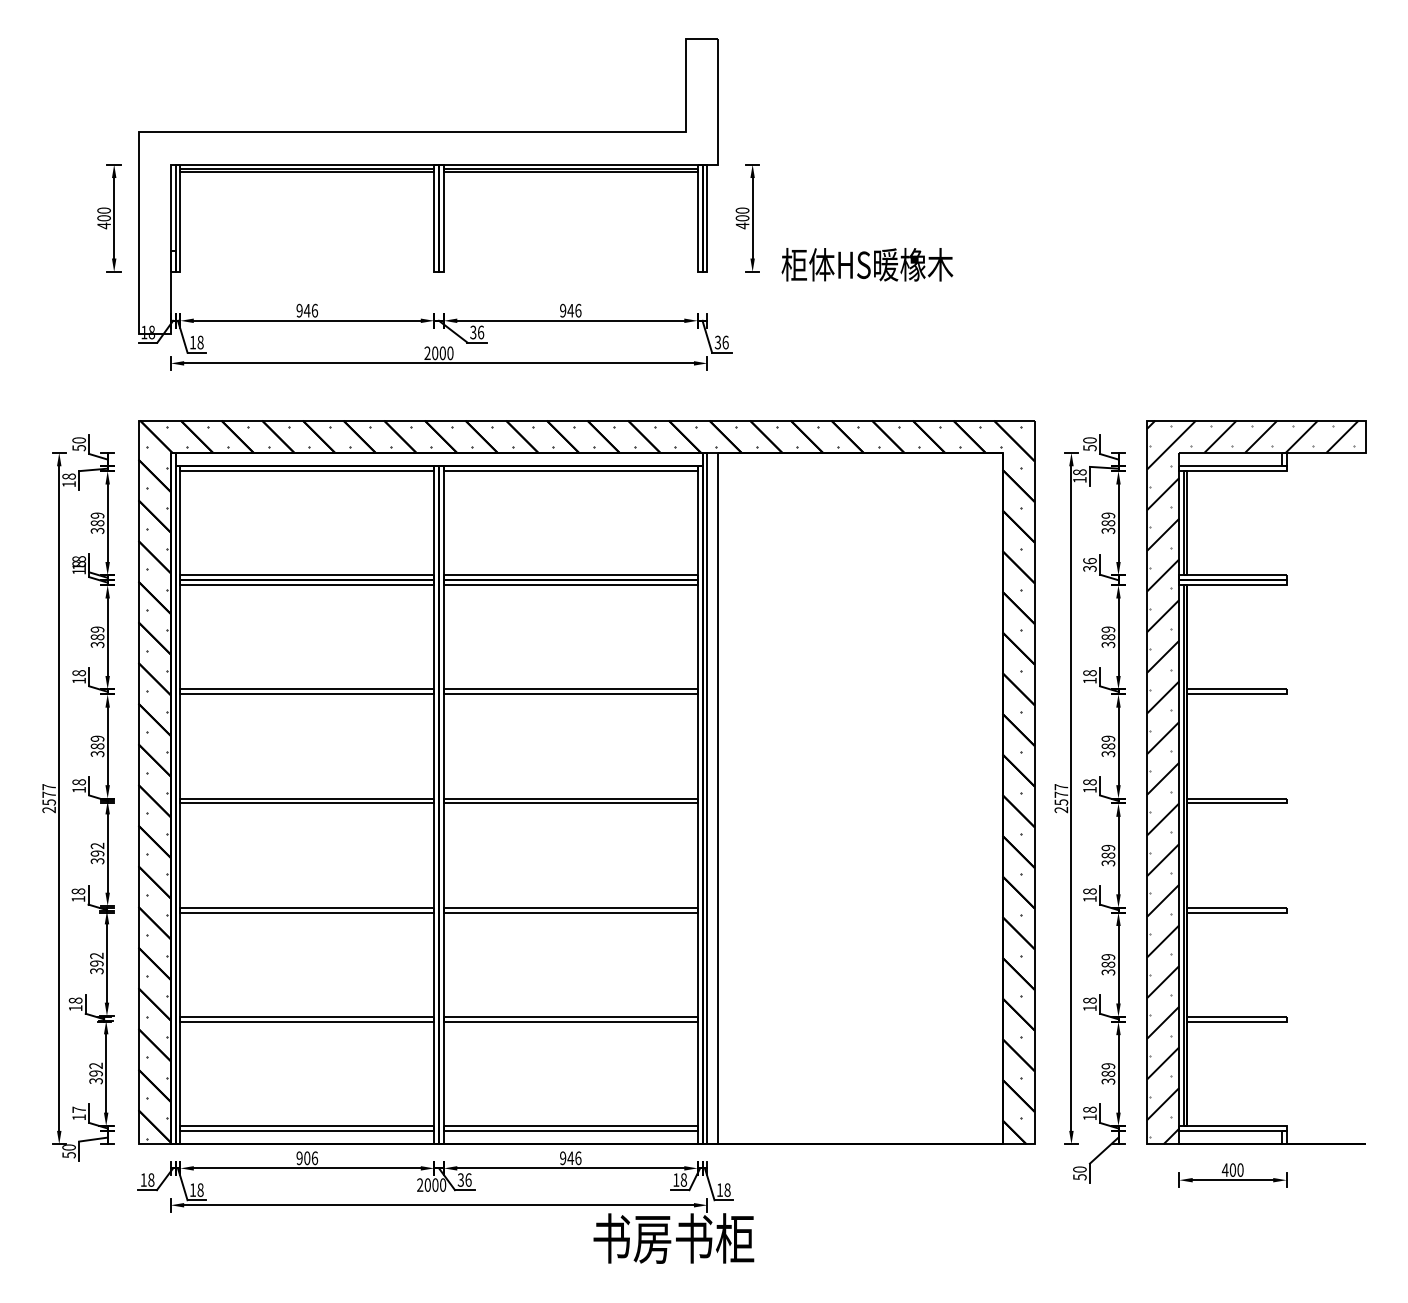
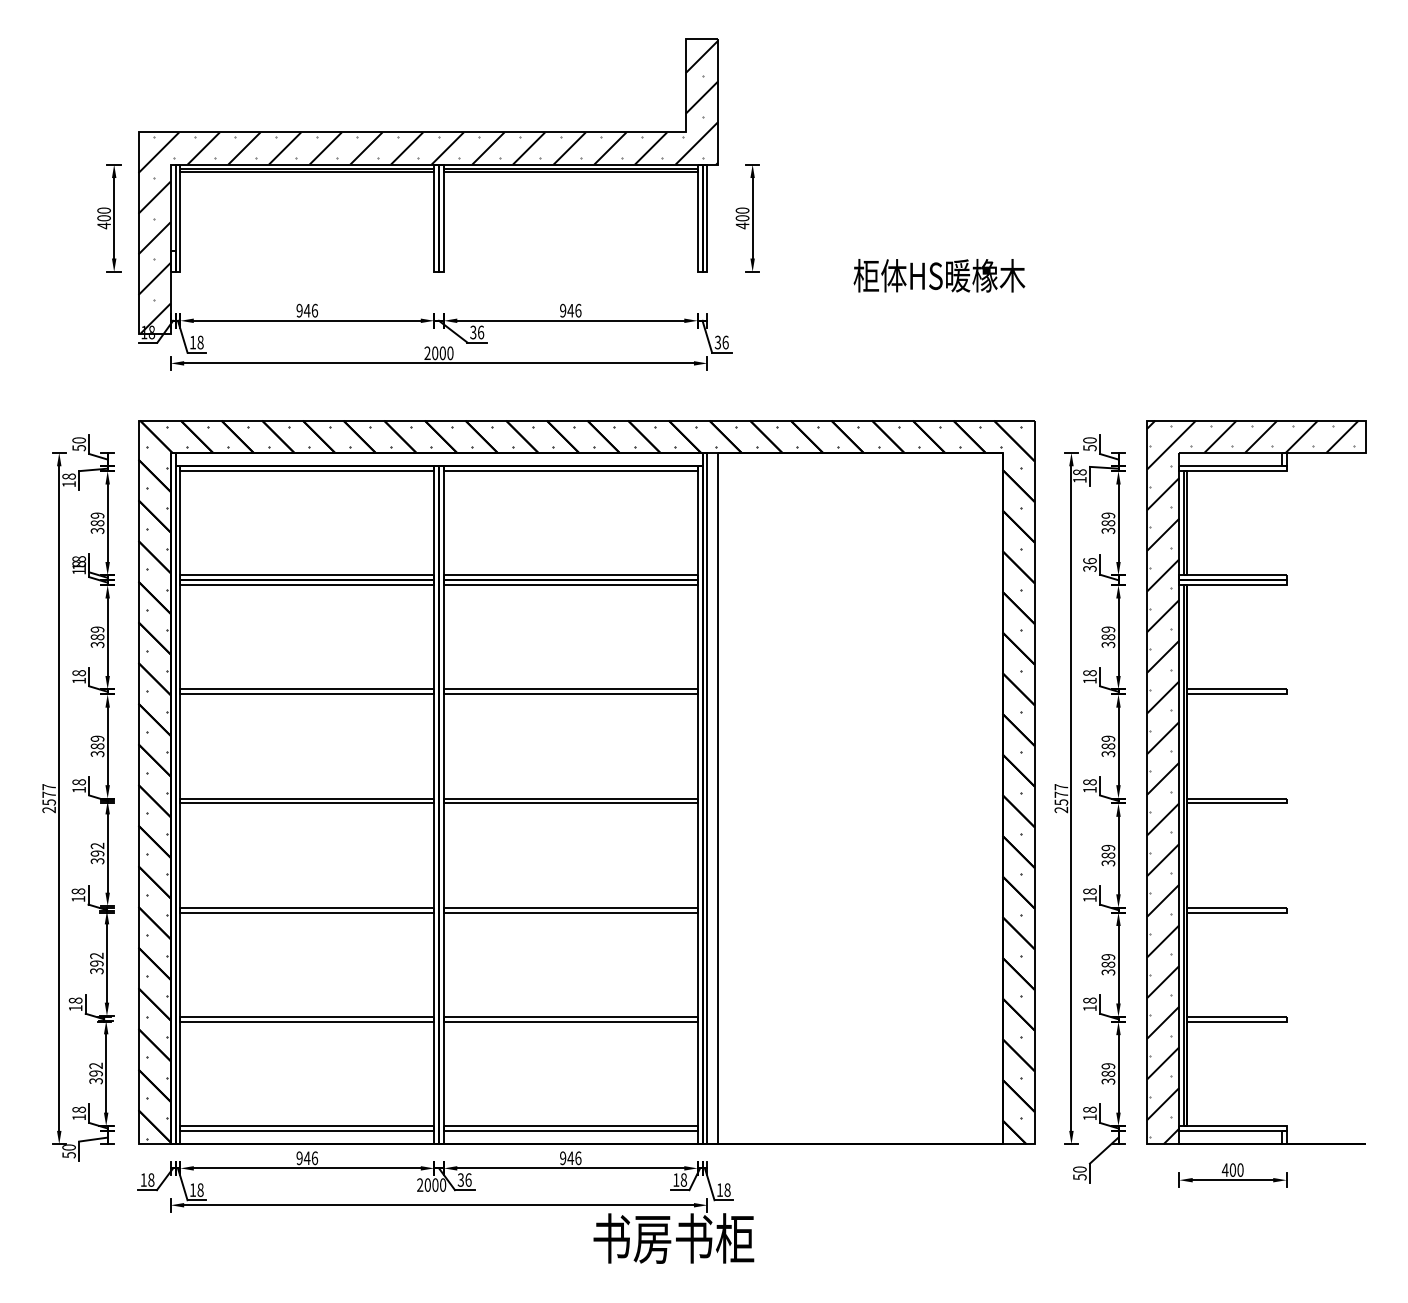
hatch at (428, 187): none -> present
text at (867, 264) position: (867, 264) -> (939, 275)
text at (79, 1109): 17 -> 18
text at (306, 1158): 906 -> 946
